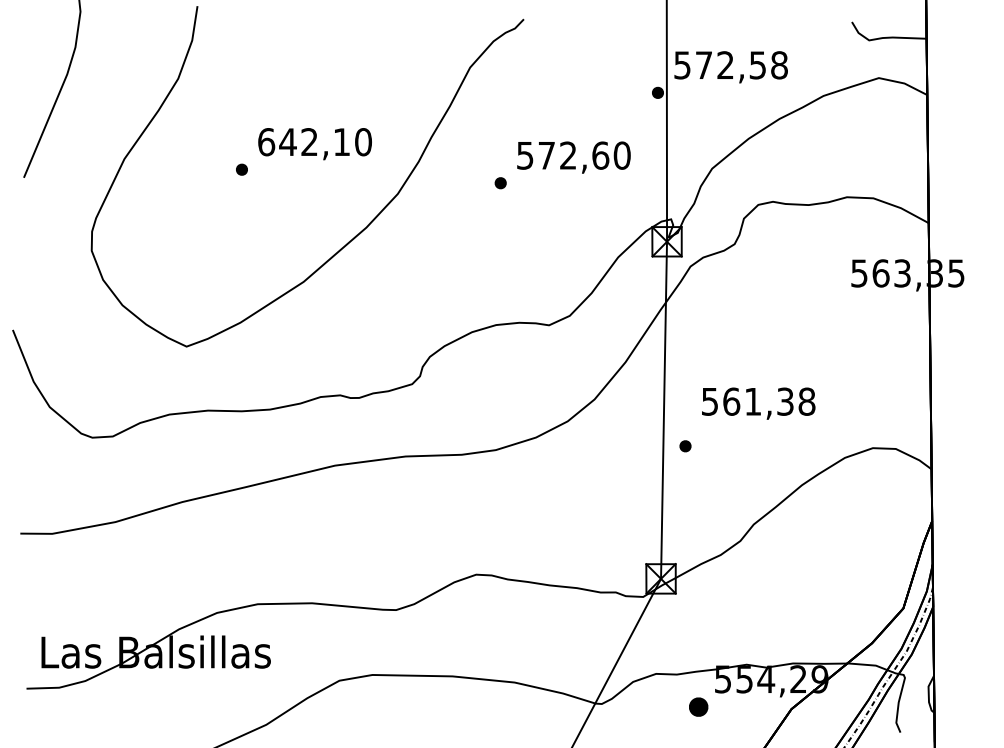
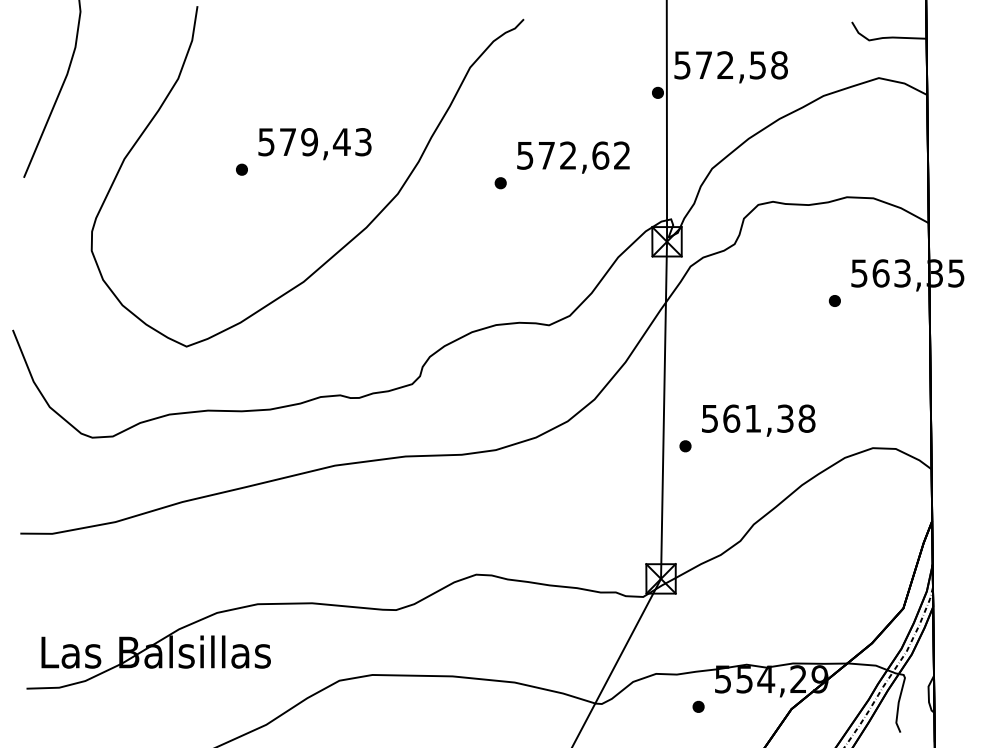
text at (314, 142): 642,10 -> 579,43
text at (621, 155): 572,60 -> 572,62
part at (834, 300): none -> present
text at (758, 403) position: (758, 403) -> (758, 420)
part at (698, 706) size: 20x20 px -> 13x13 px
